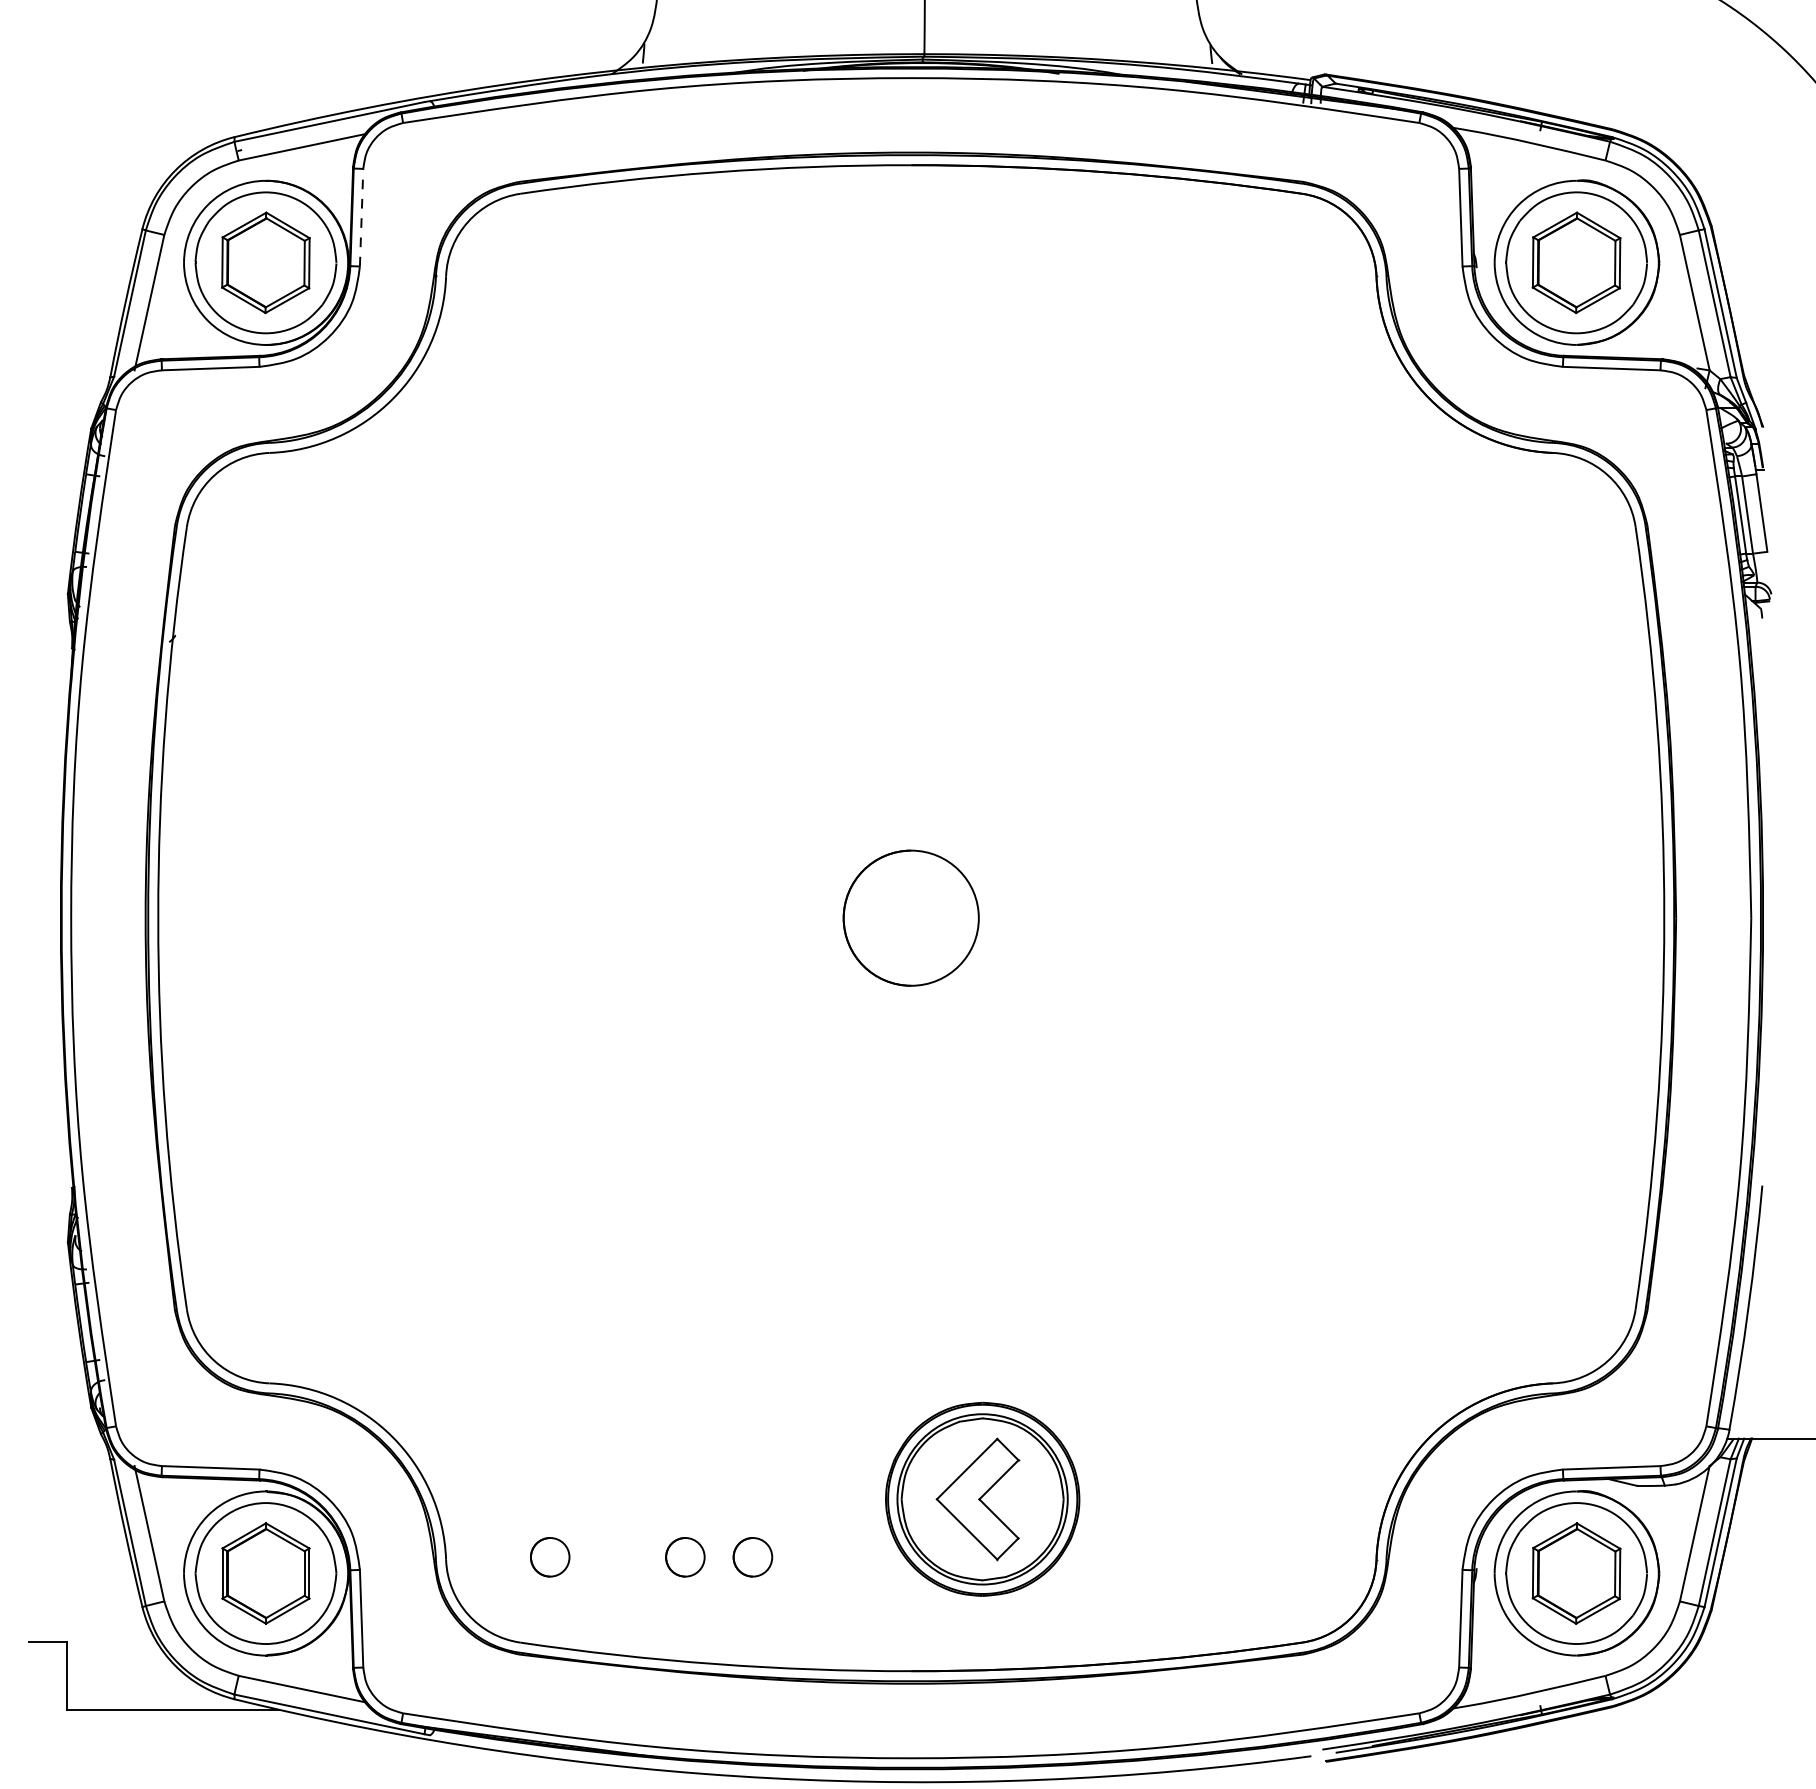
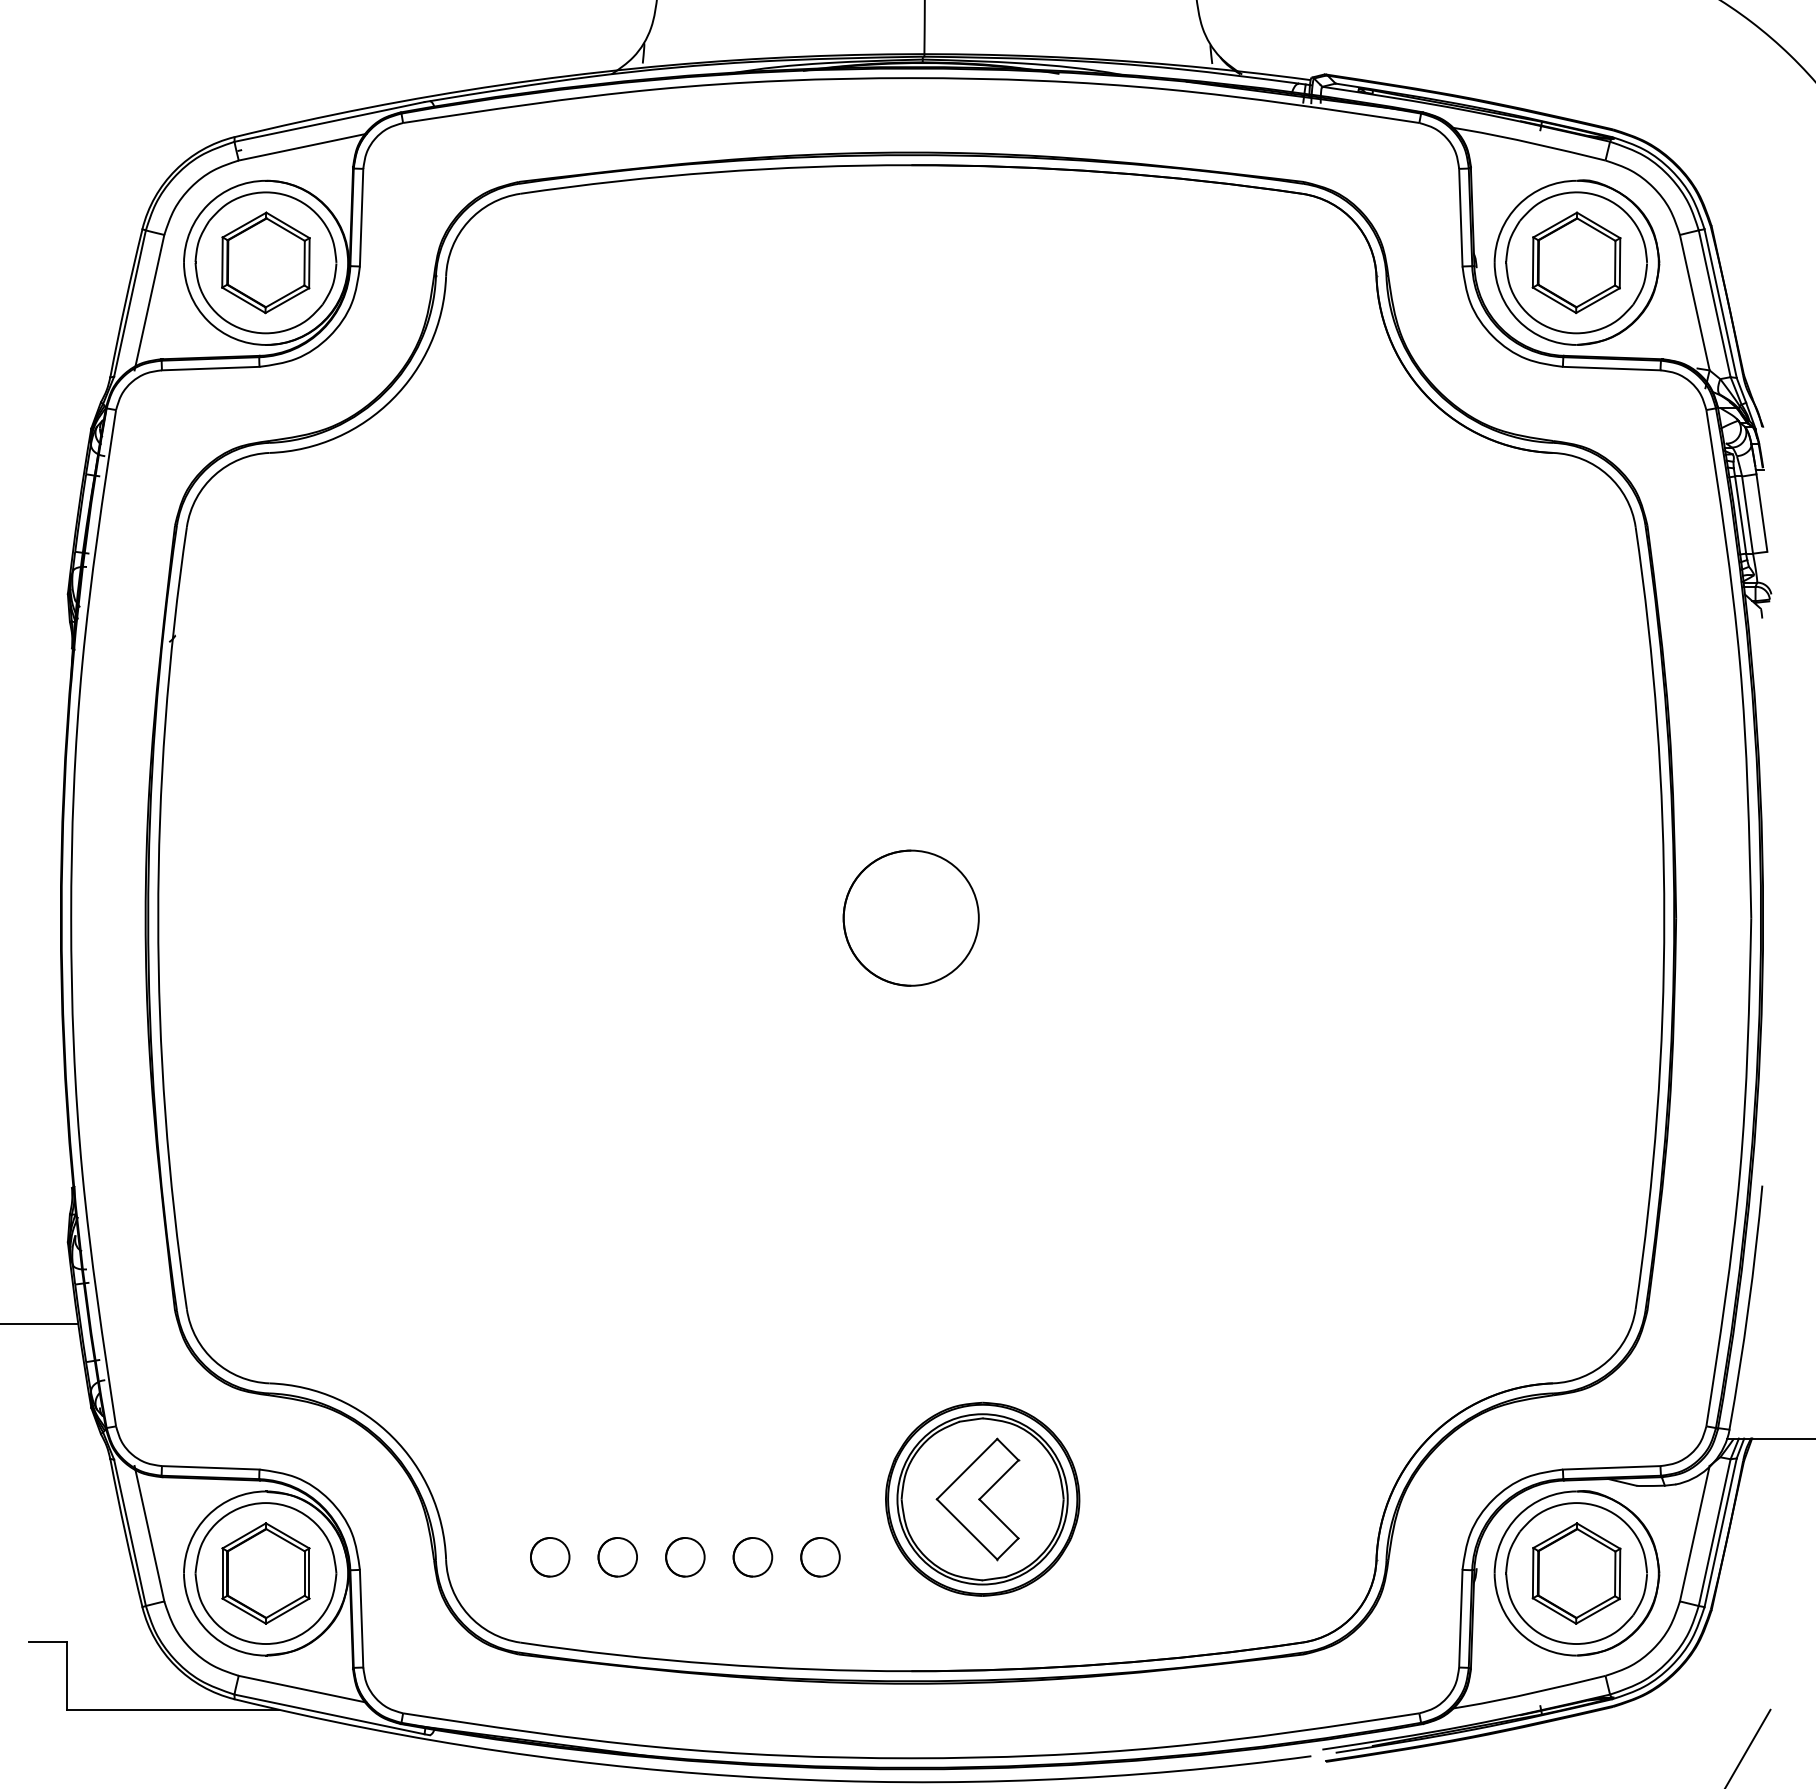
line at (361, 217): dashed -> solid
line at (40, 1323): none -> present
circle at (617, 1557): none -> present
circle at (820, 1557): none -> present
line at (1748, 1747): none -> present
